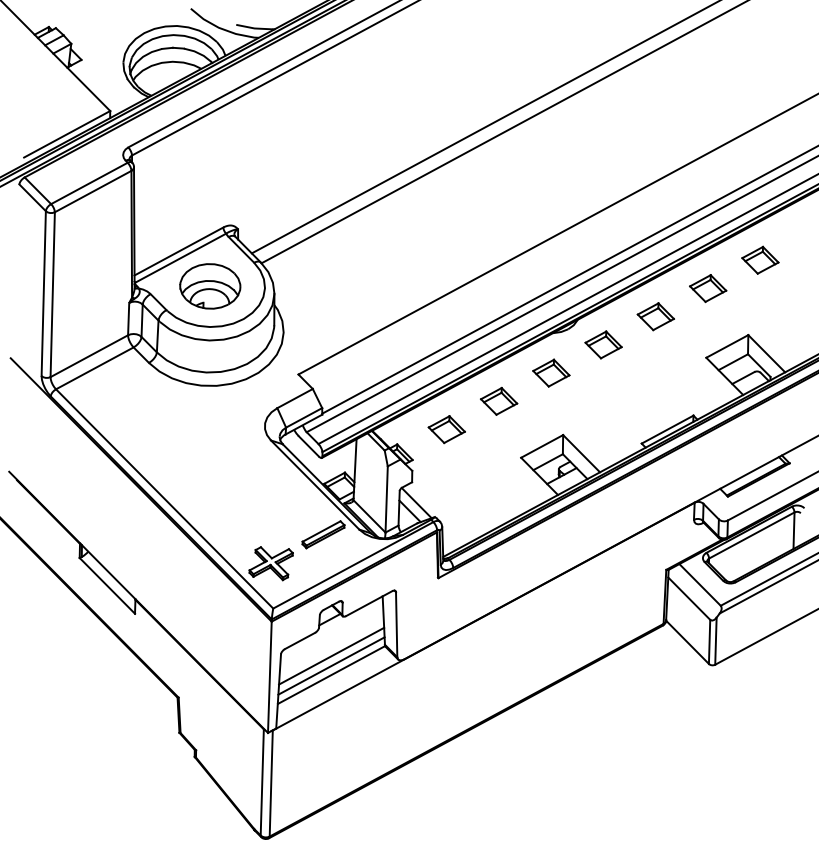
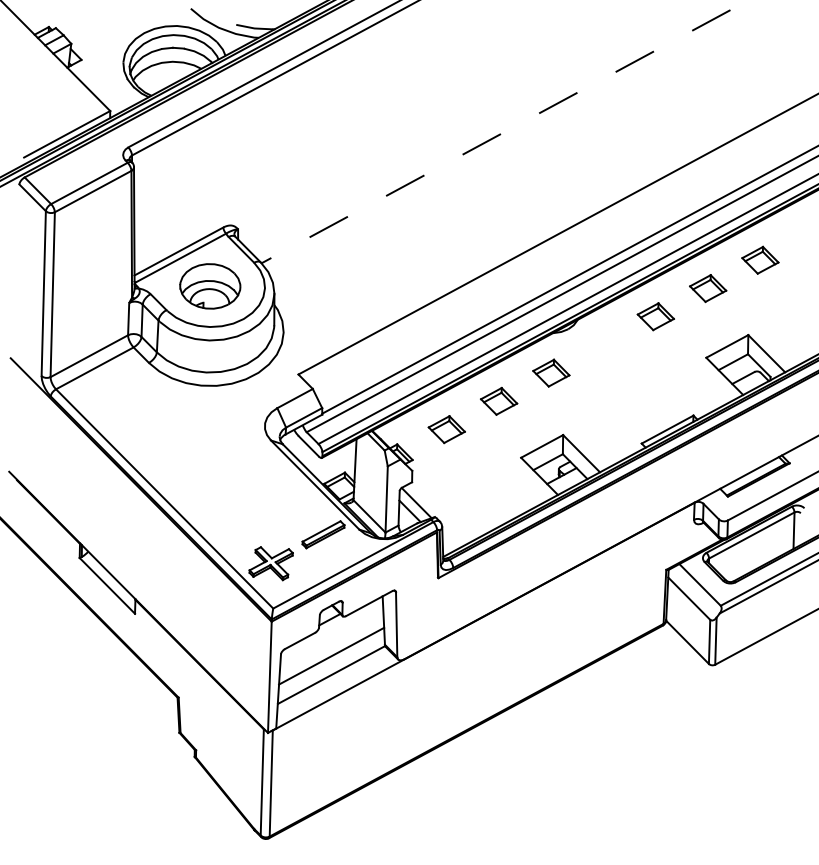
line at (483, 127): present -> none
line at (505, 131): solid -> dashed
part at (603, 344): present -> none
line at (331, 665): present -> none
